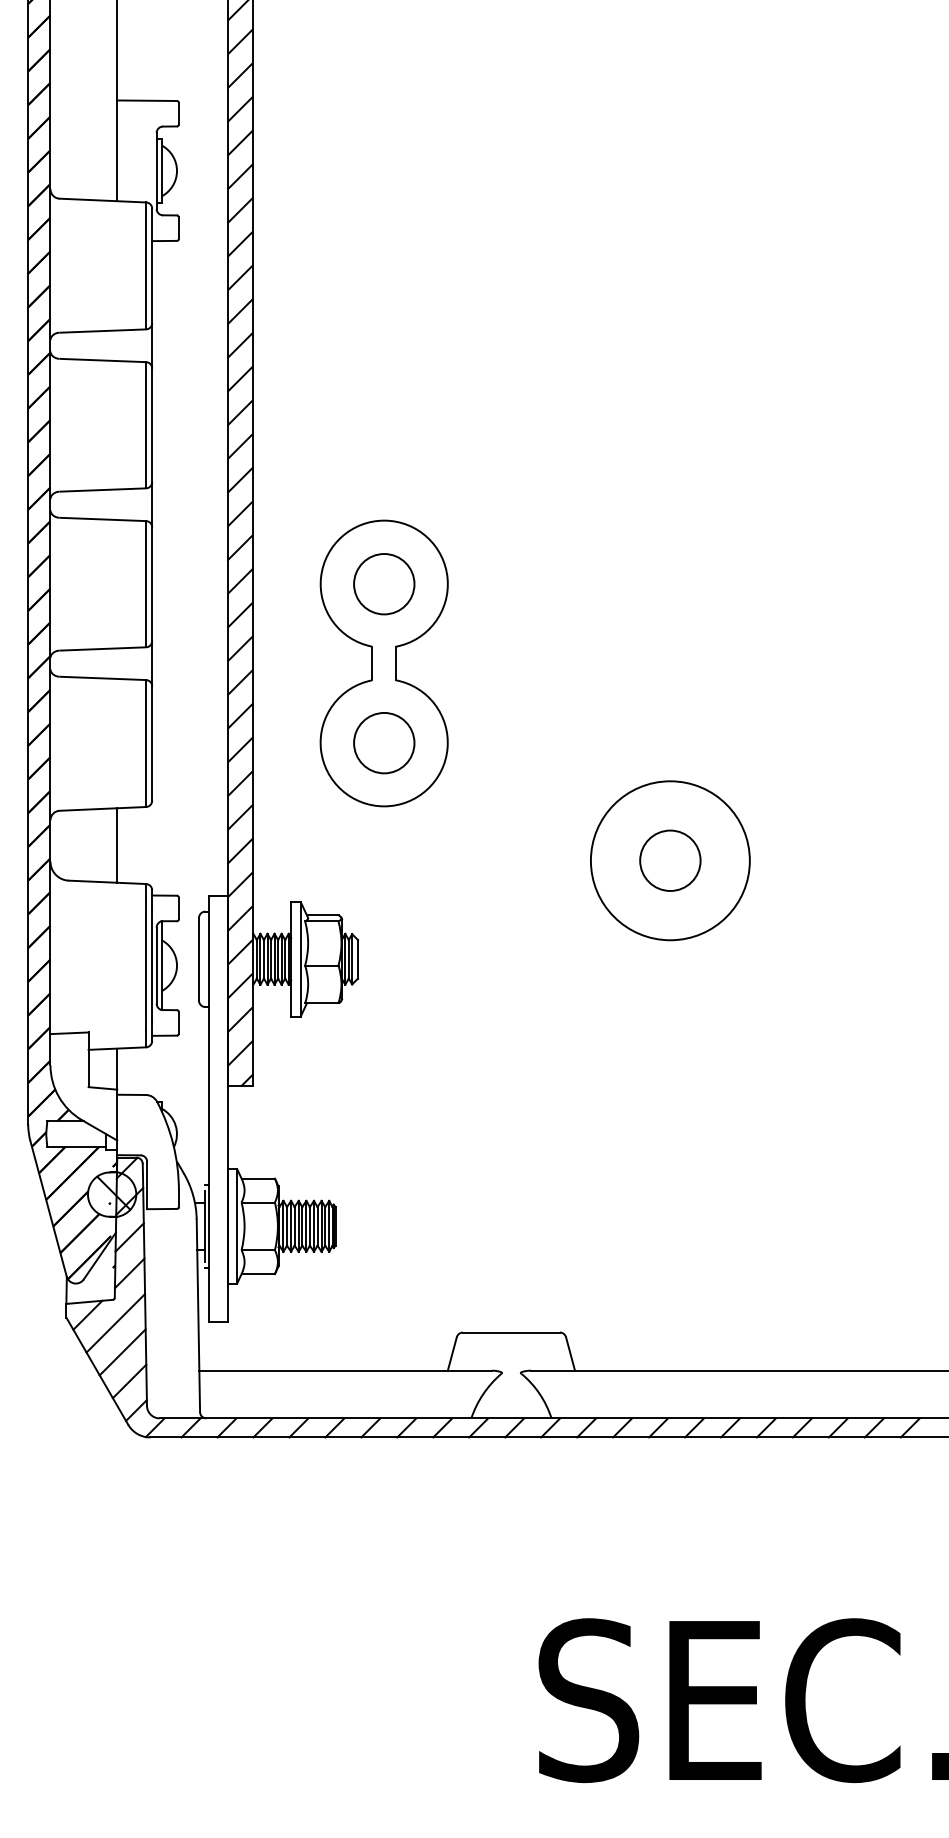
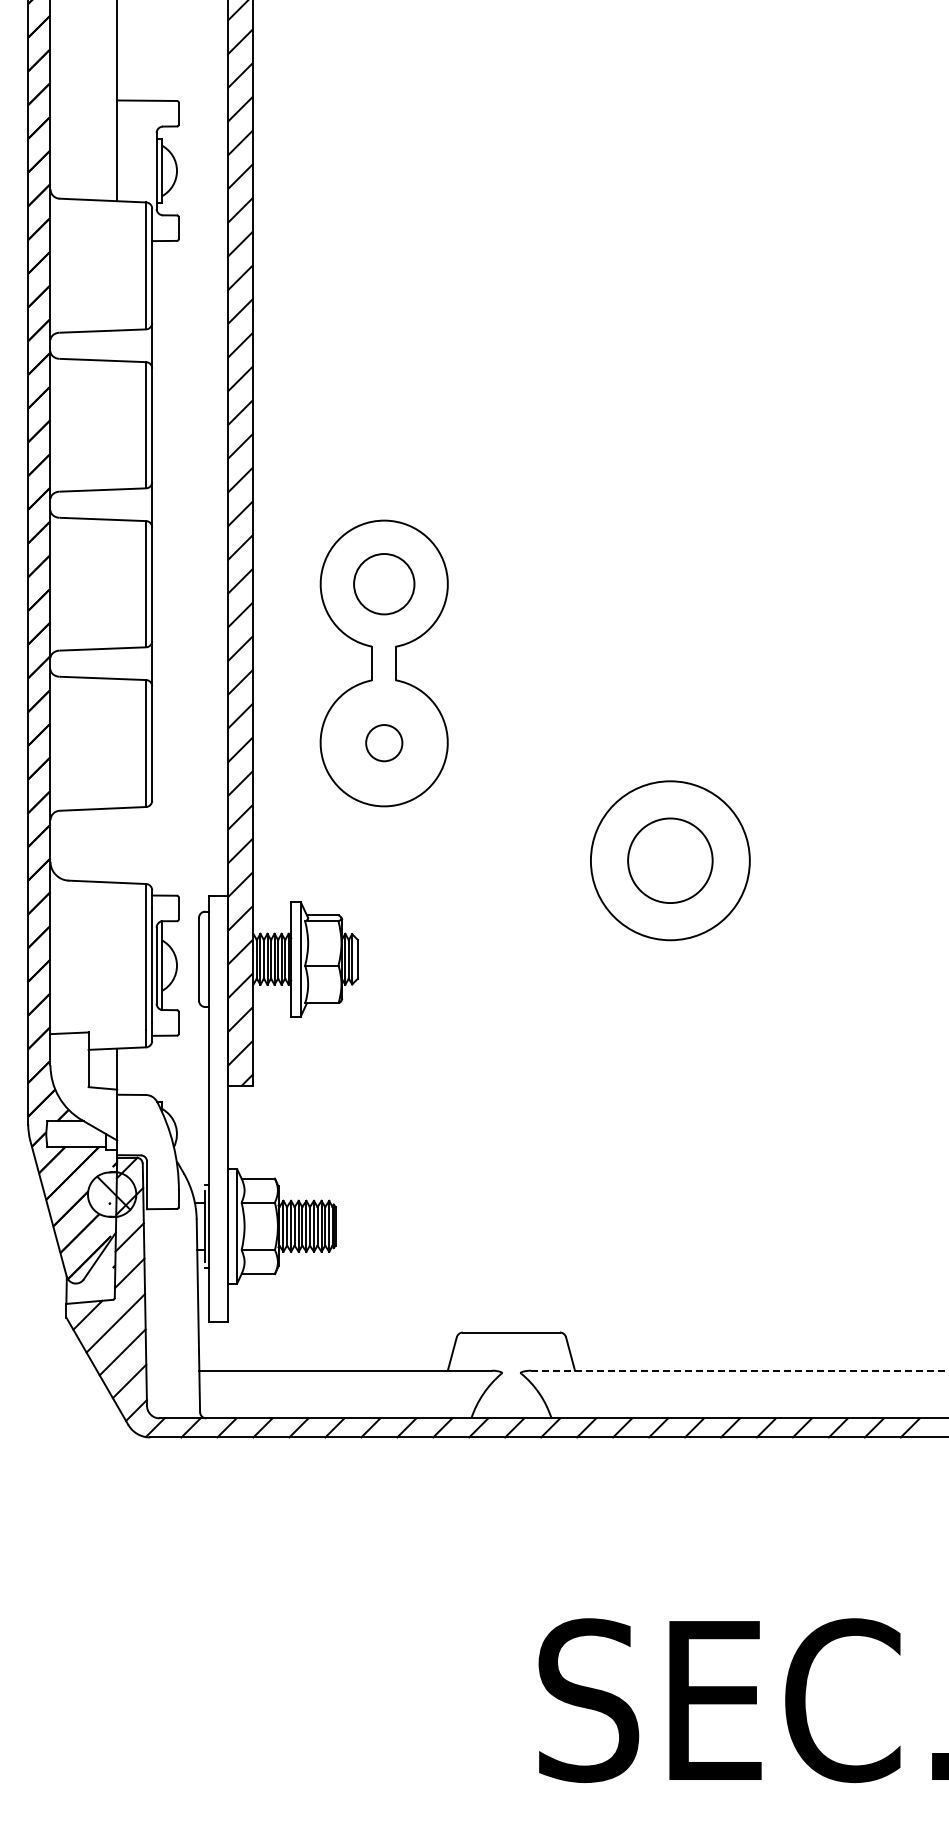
circle at (384, 742) diameter: 60 px -> 36 px
line at (117, 845): present -> none
circle at (670, 860) diameter: 60 px -> 85 px
line at (740, 1370): solid -> dashed
